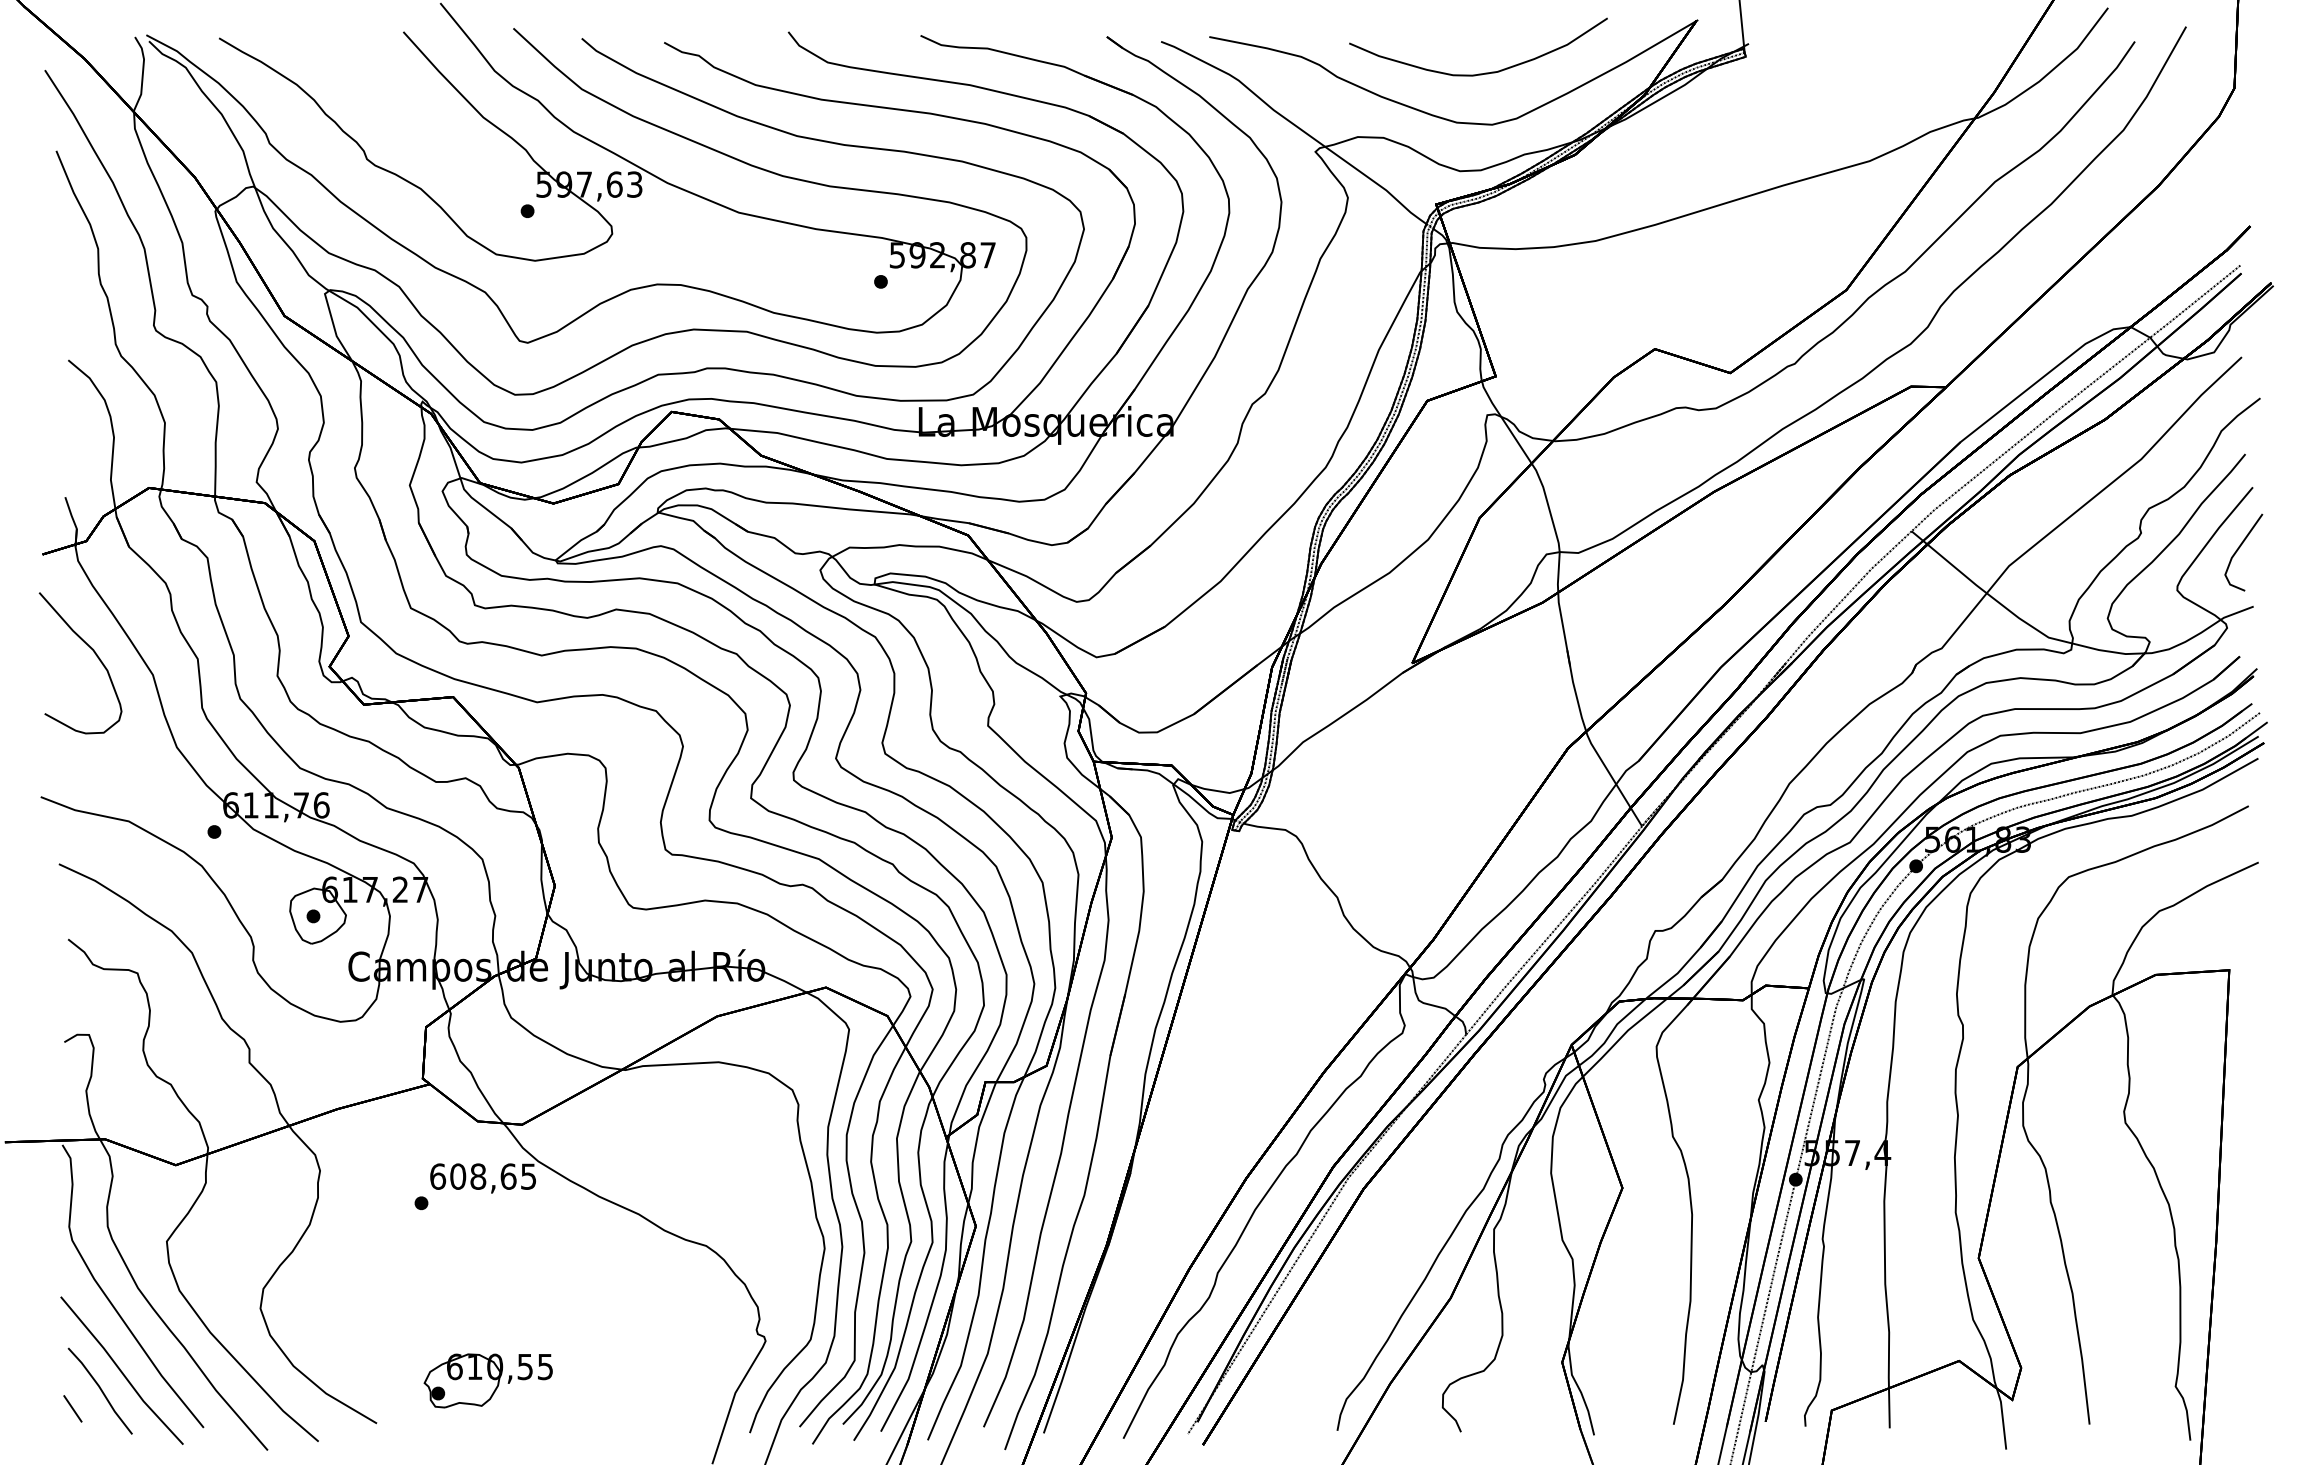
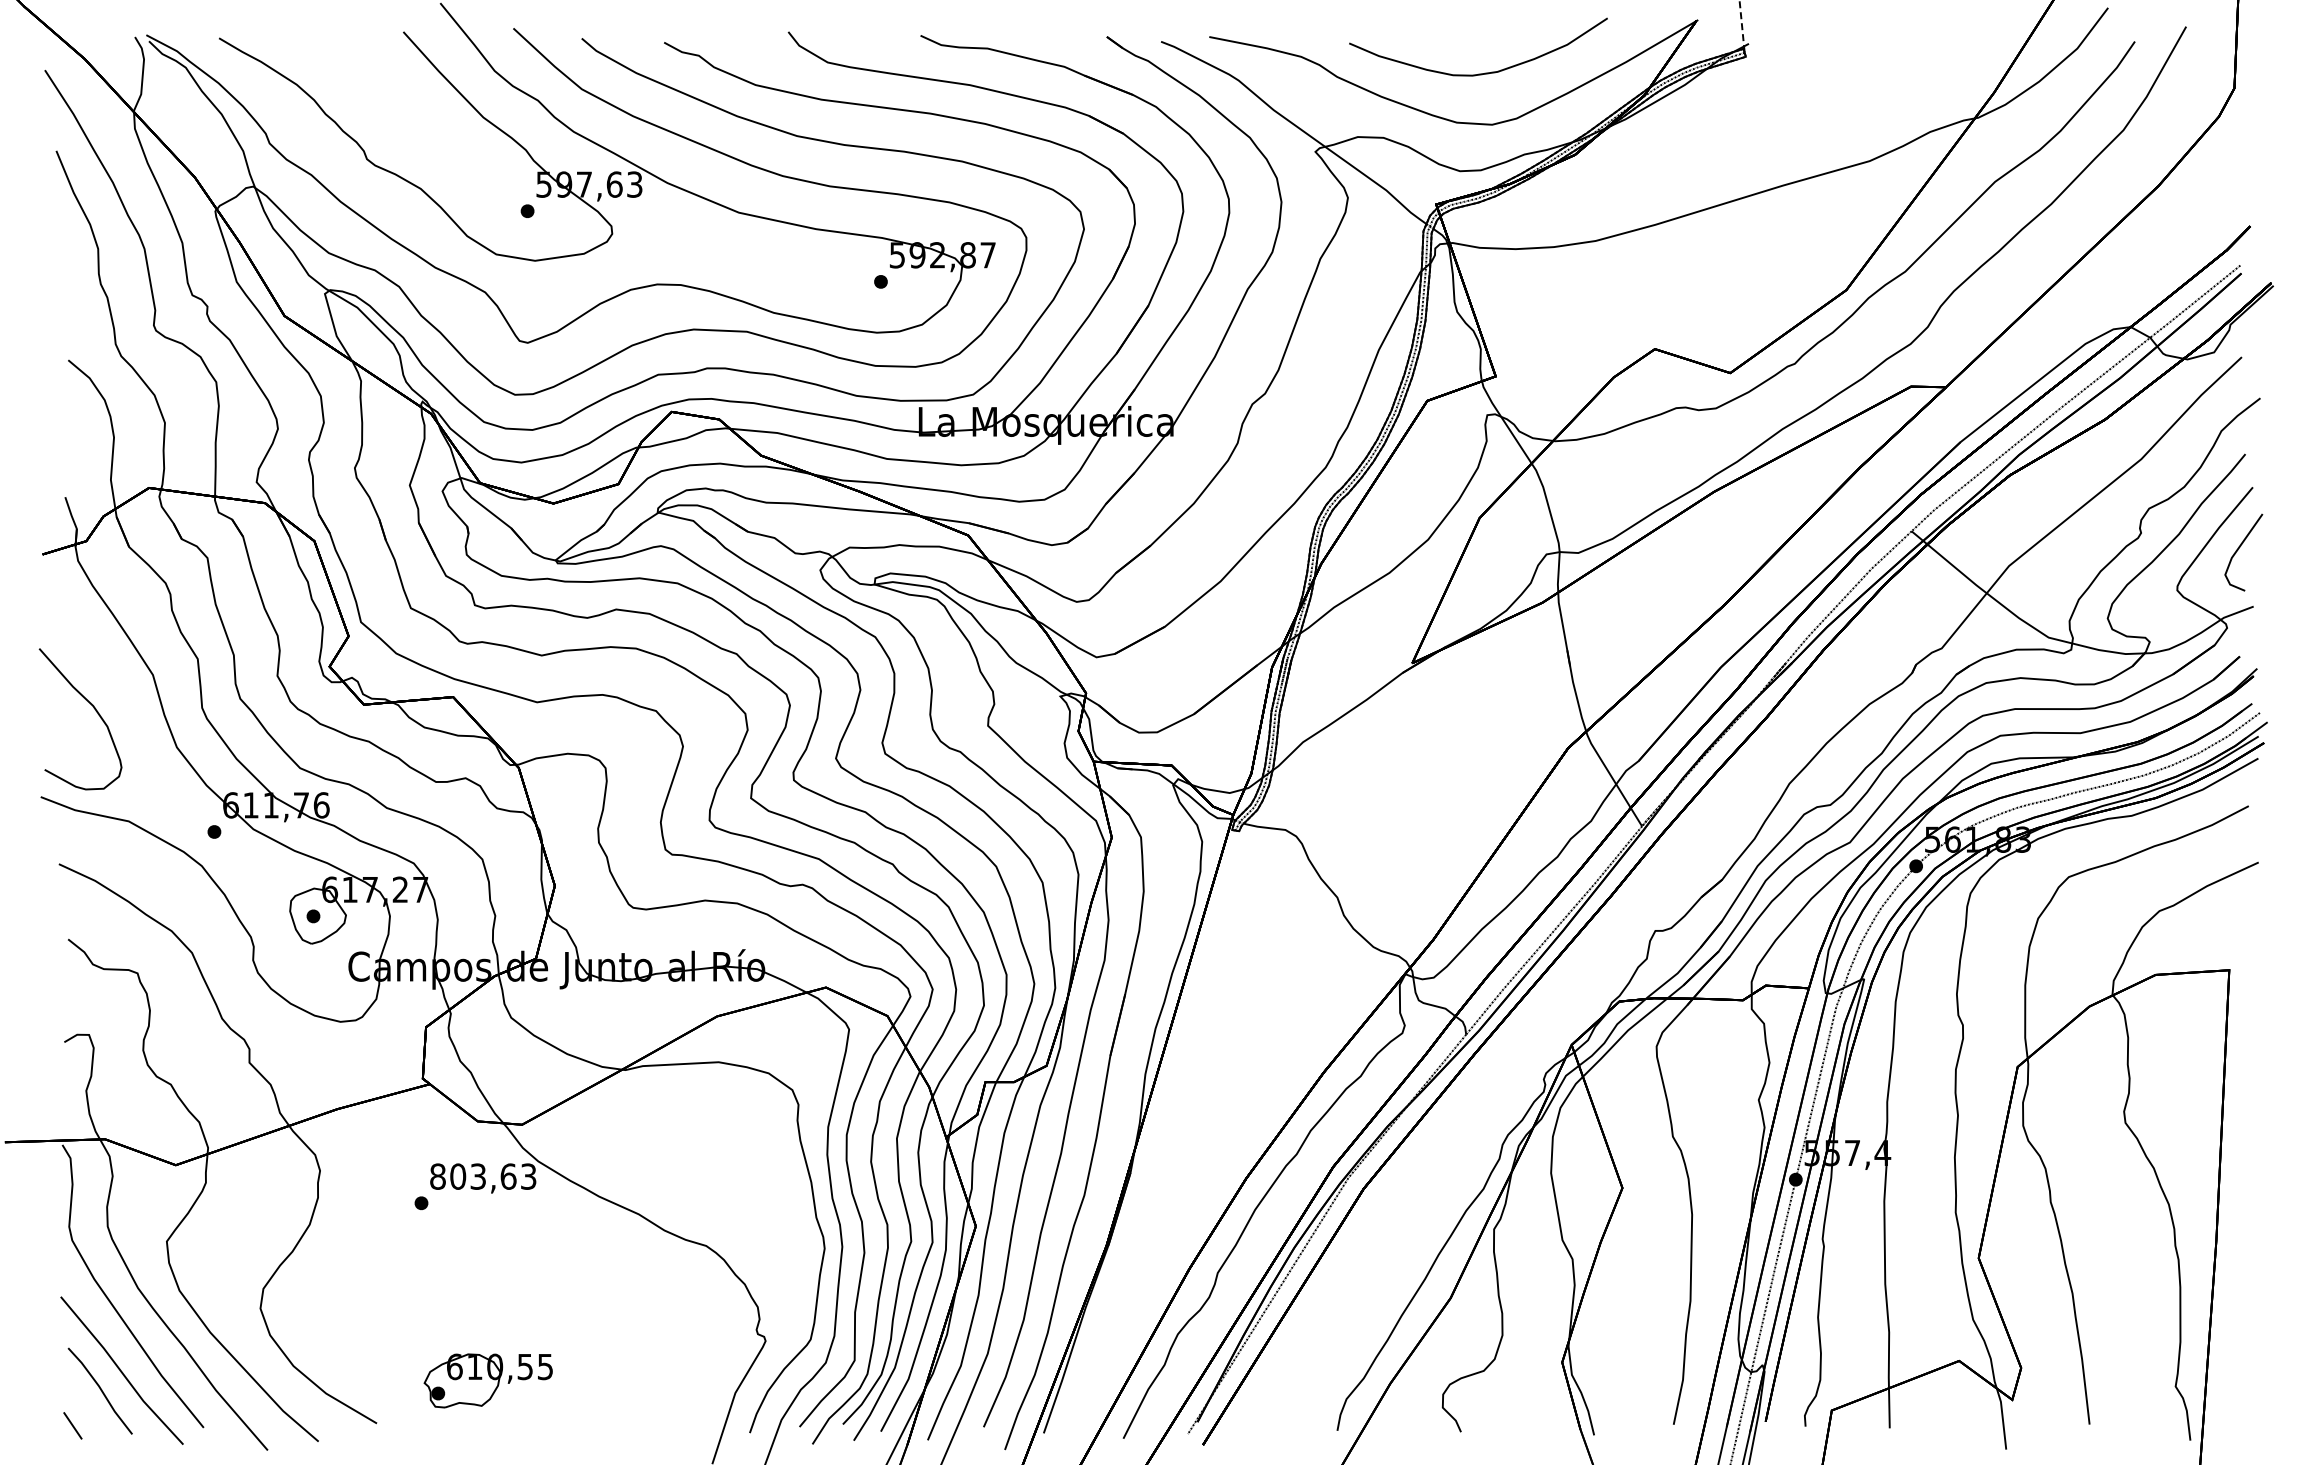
line at (1742, 26): solid -> dashed
curve at (95, 655) position: (95, 655) -> (95, 711)
text at (483, 1176): 608,65 -> 803,63
line at (72, 1408) position: (72, 1408) -> (72, 1425)
